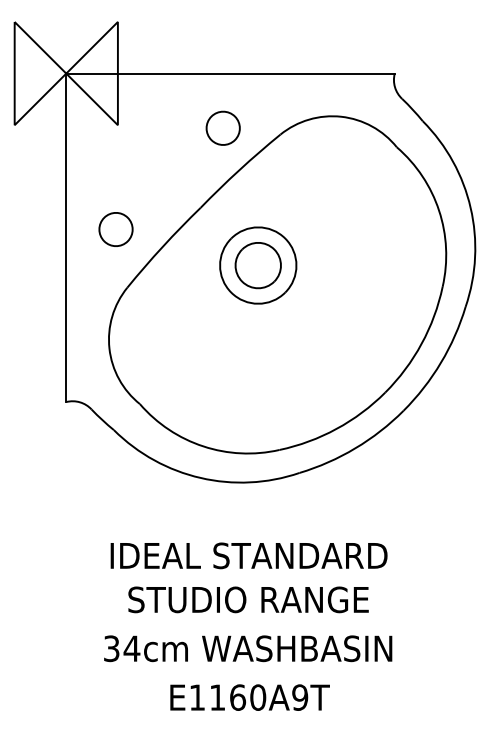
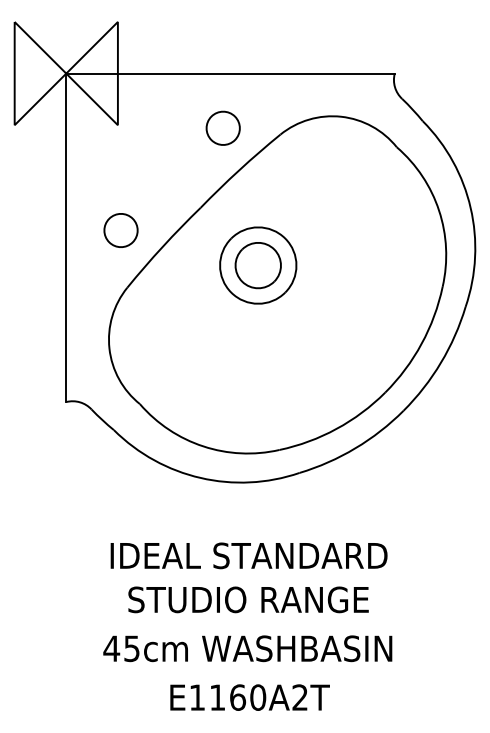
part at (115, 229) position: (115, 229) -> (120, 230)
text at (121, 648): 34cm -> 45cm
text at (300, 697): E1160A9T -> E1160A2T
